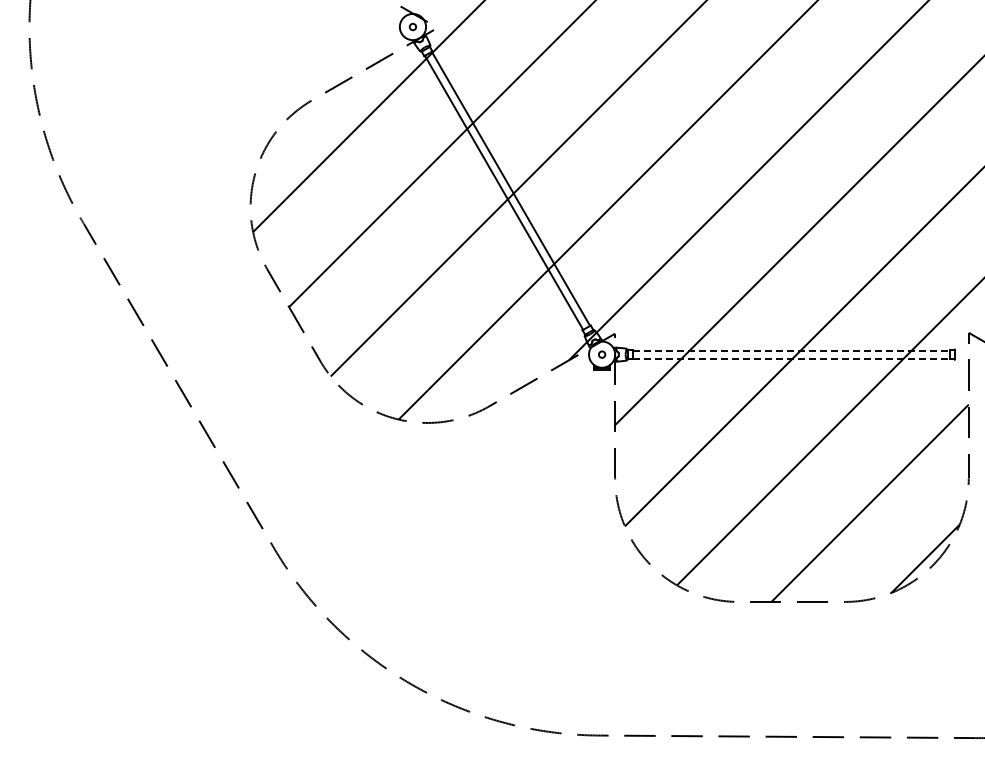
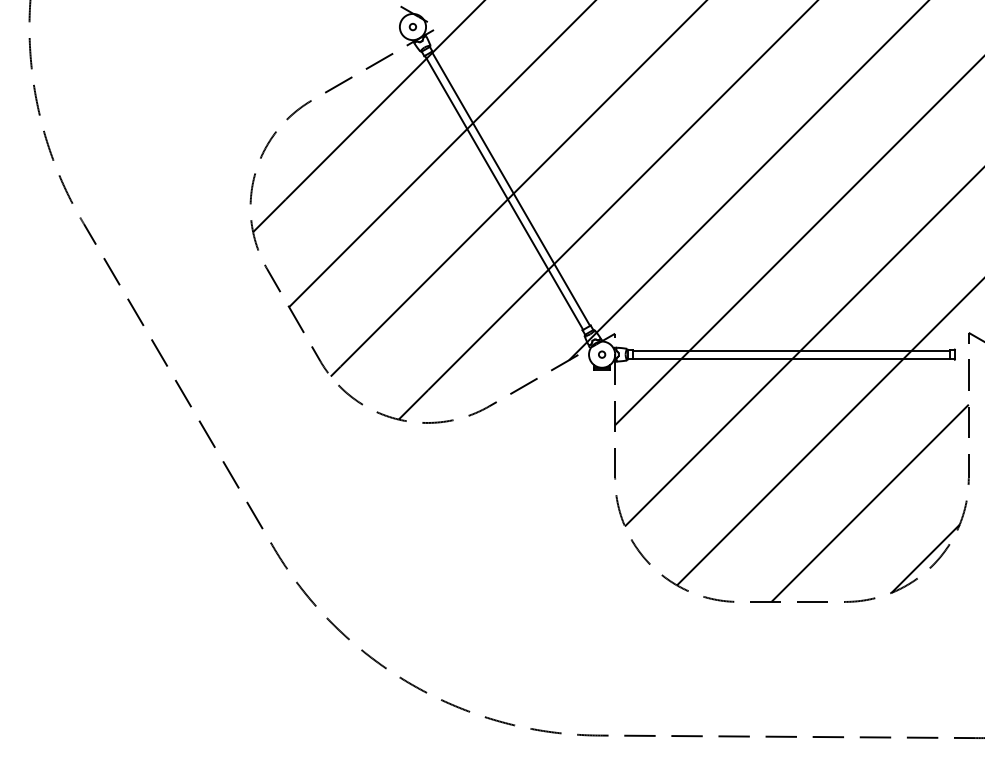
line at (791, 350): dashed -> solid
line at (791, 358): dashed -> solid
